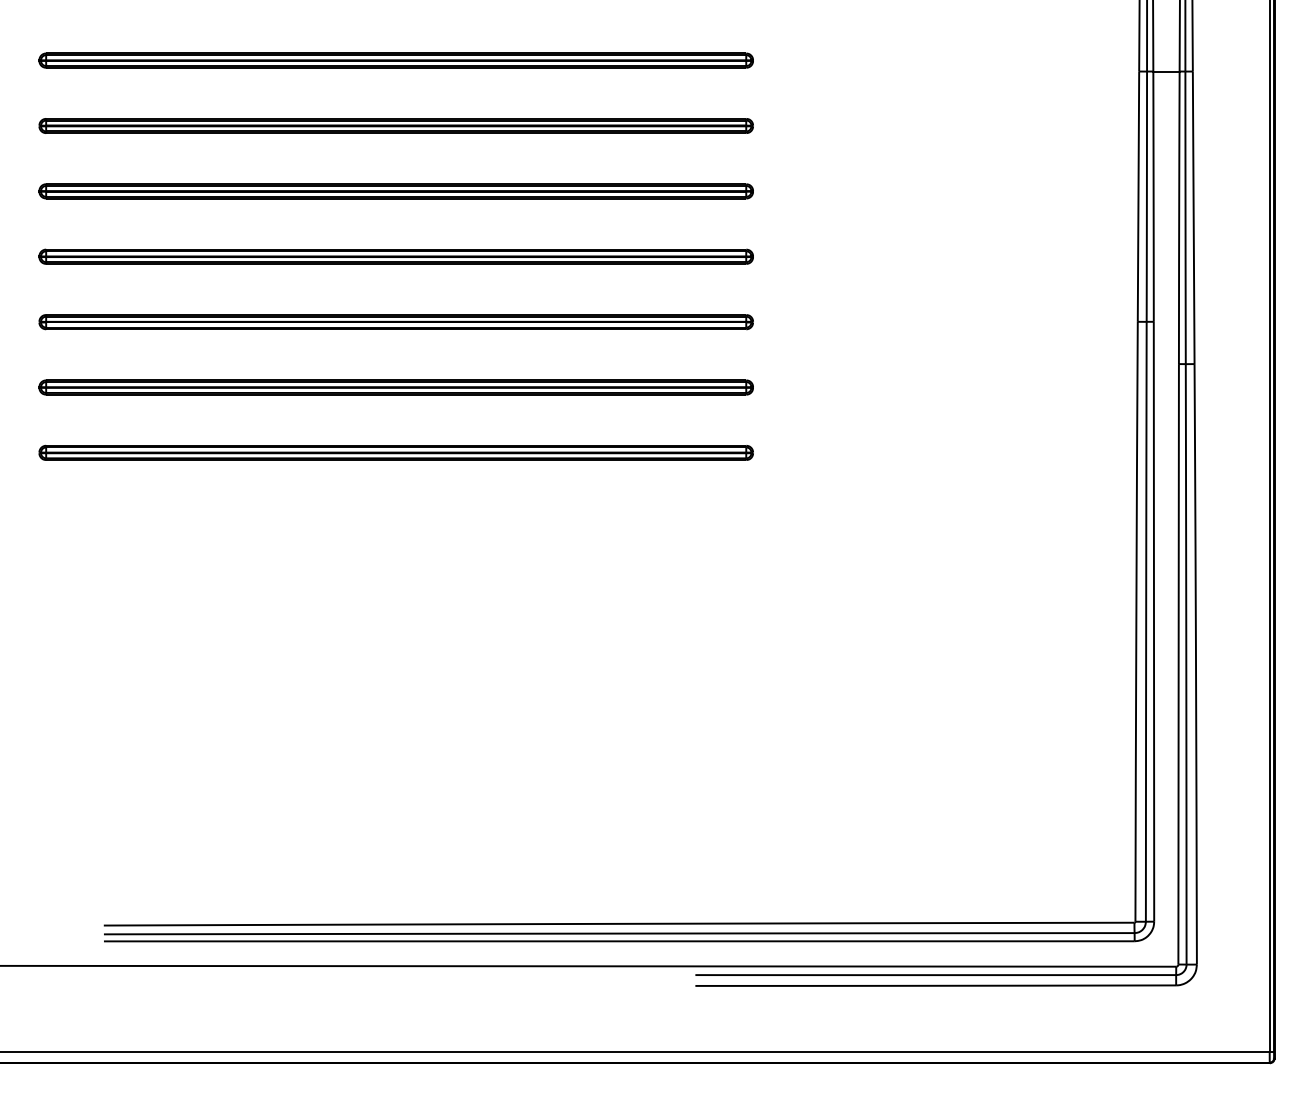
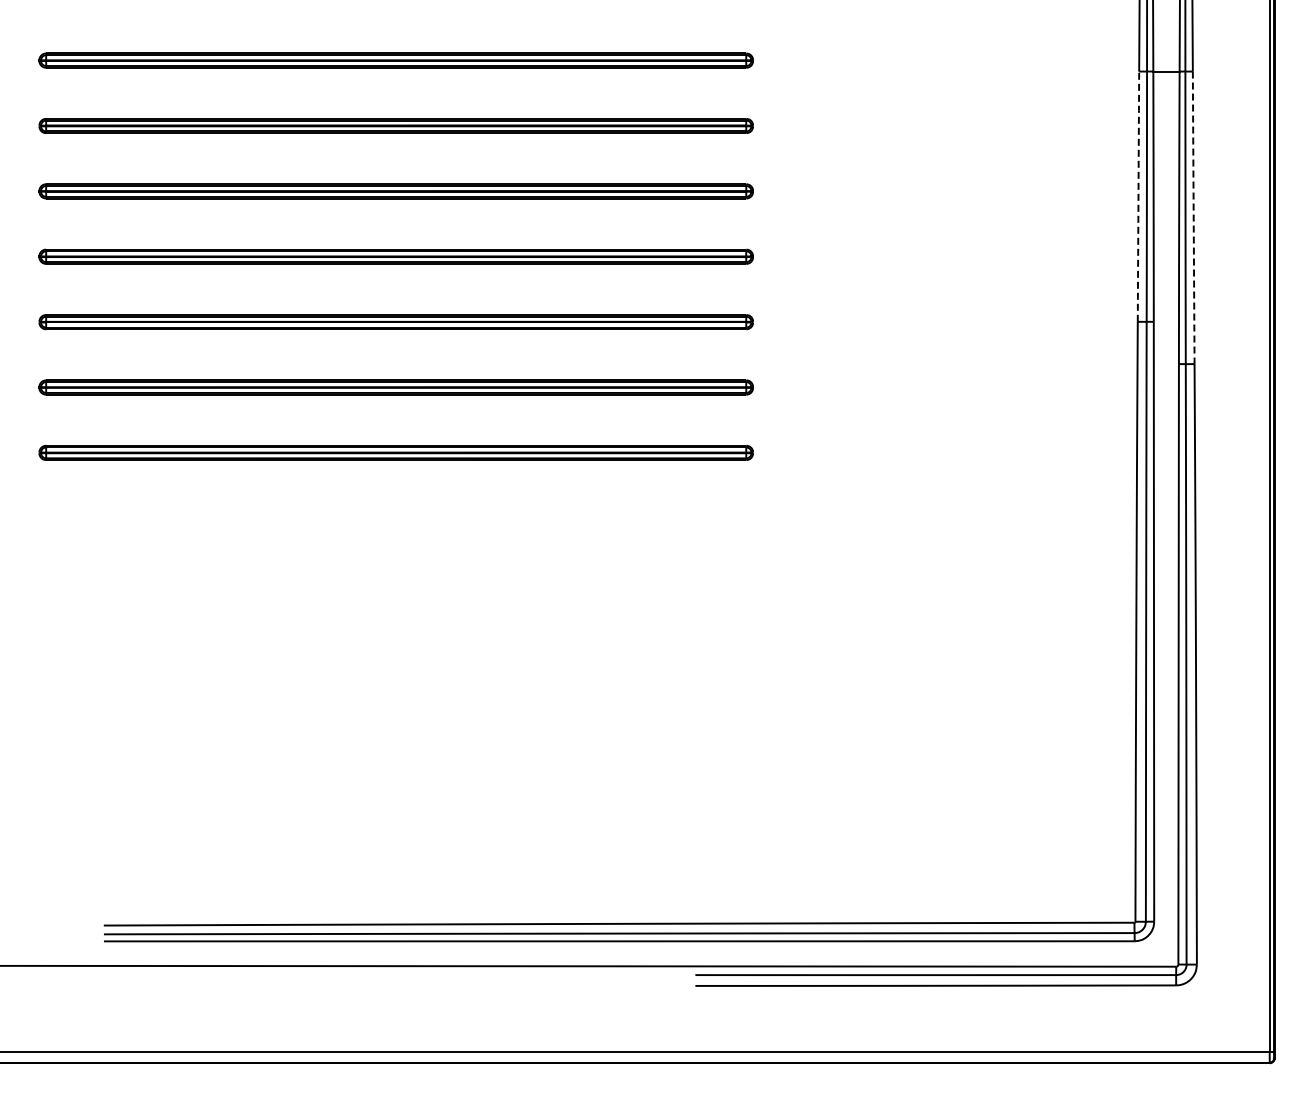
line at (1138, 196): solid -> dashed
line at (1193, 217): solid -> dashed
